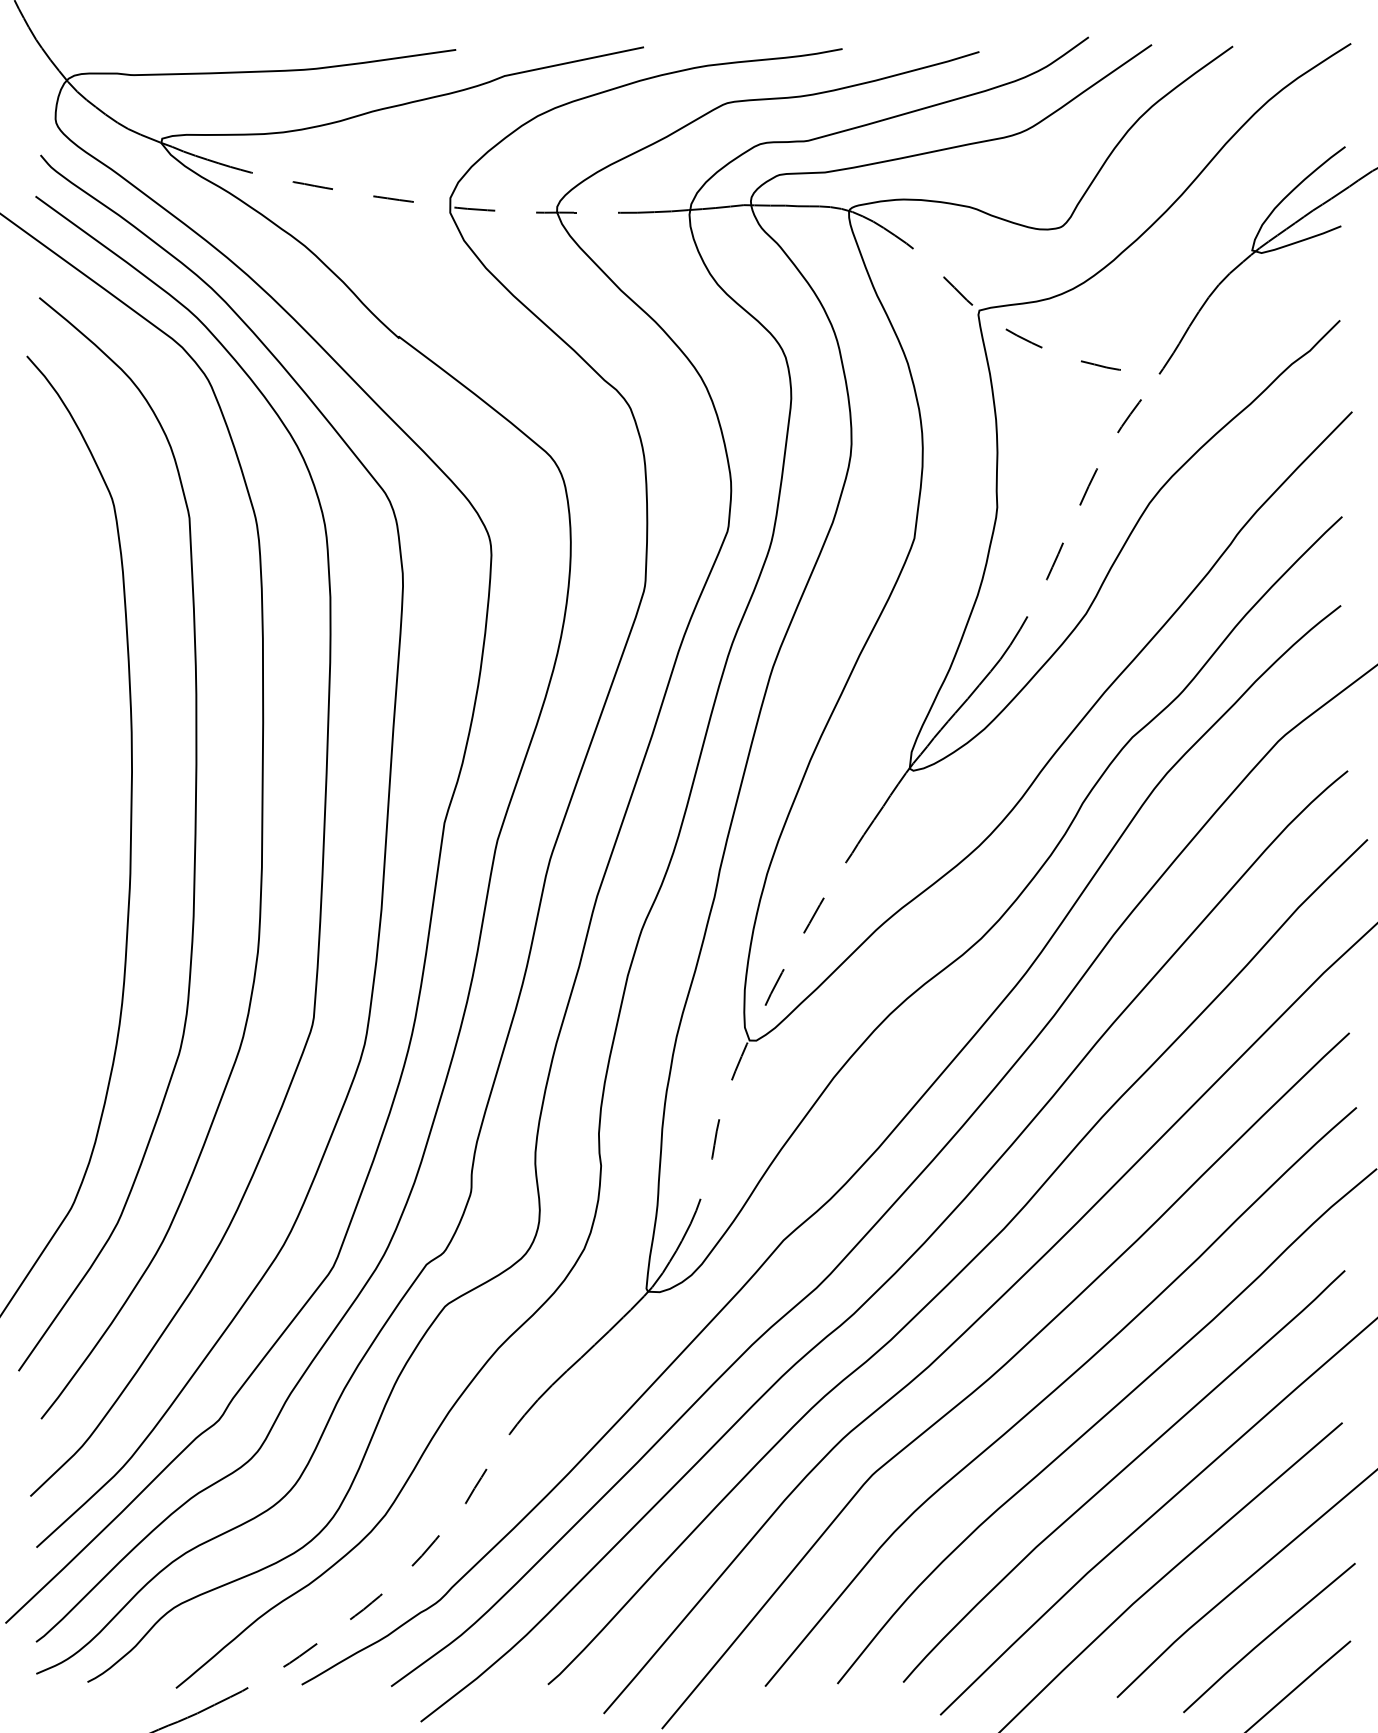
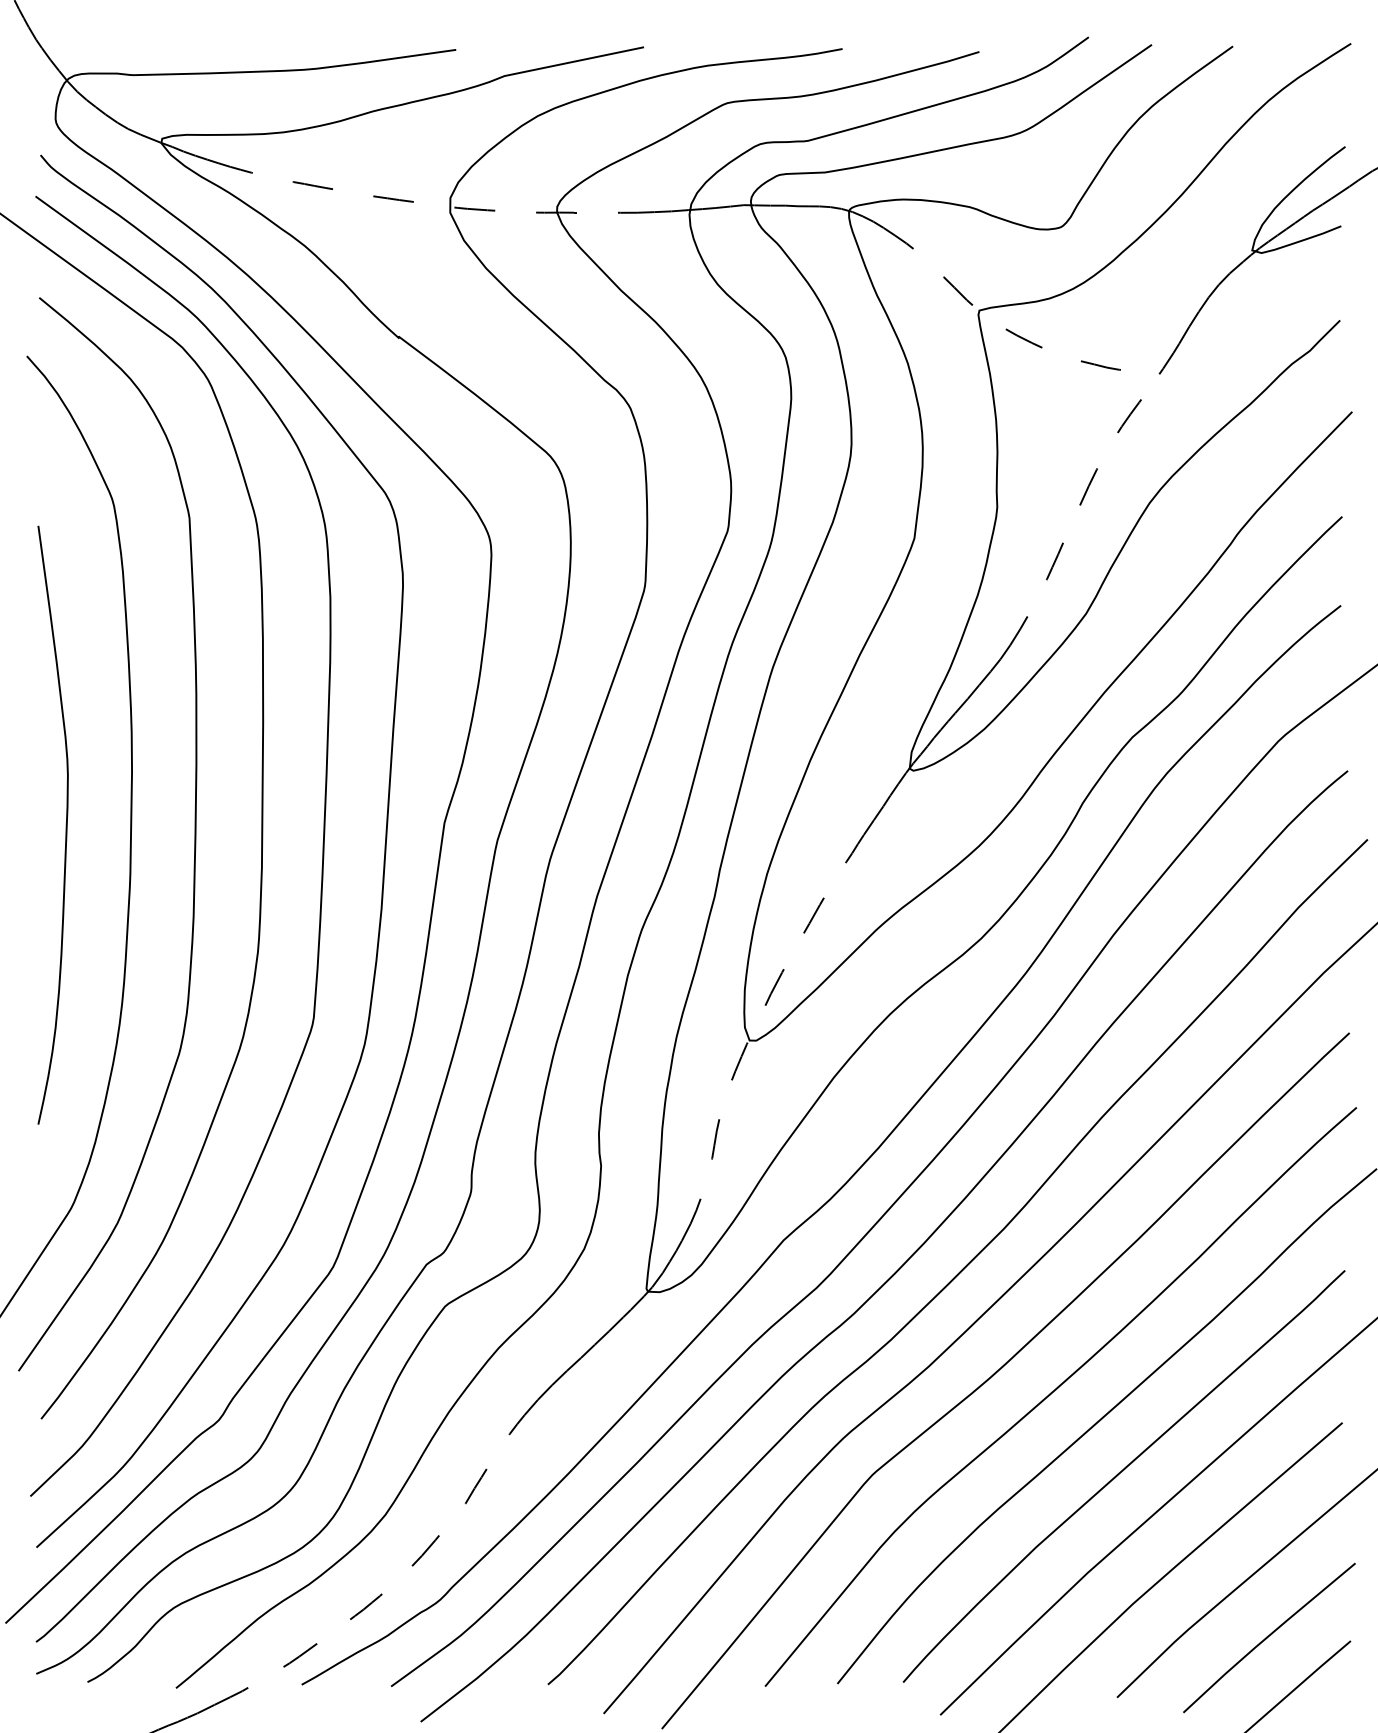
curve at (65, 824): none -> present
